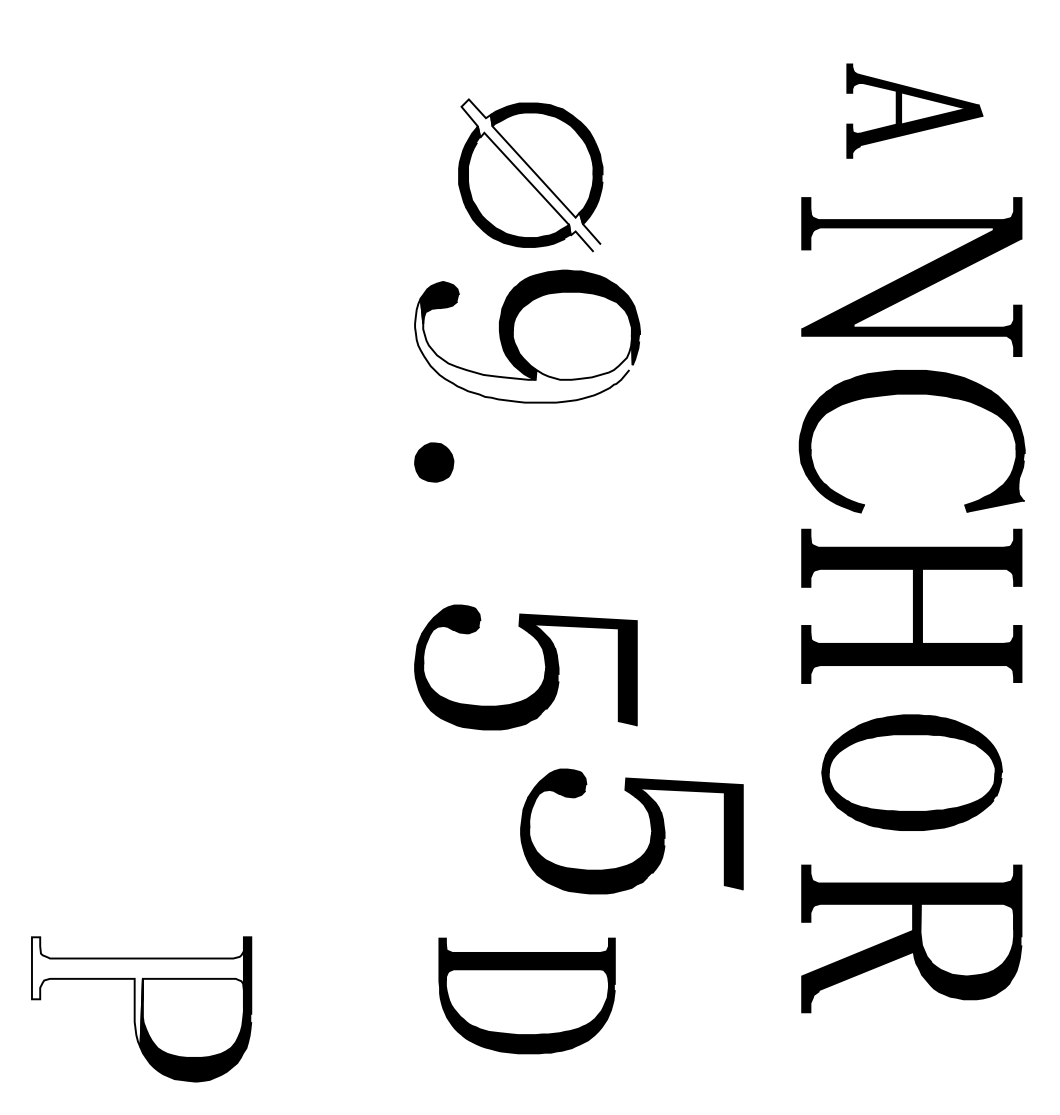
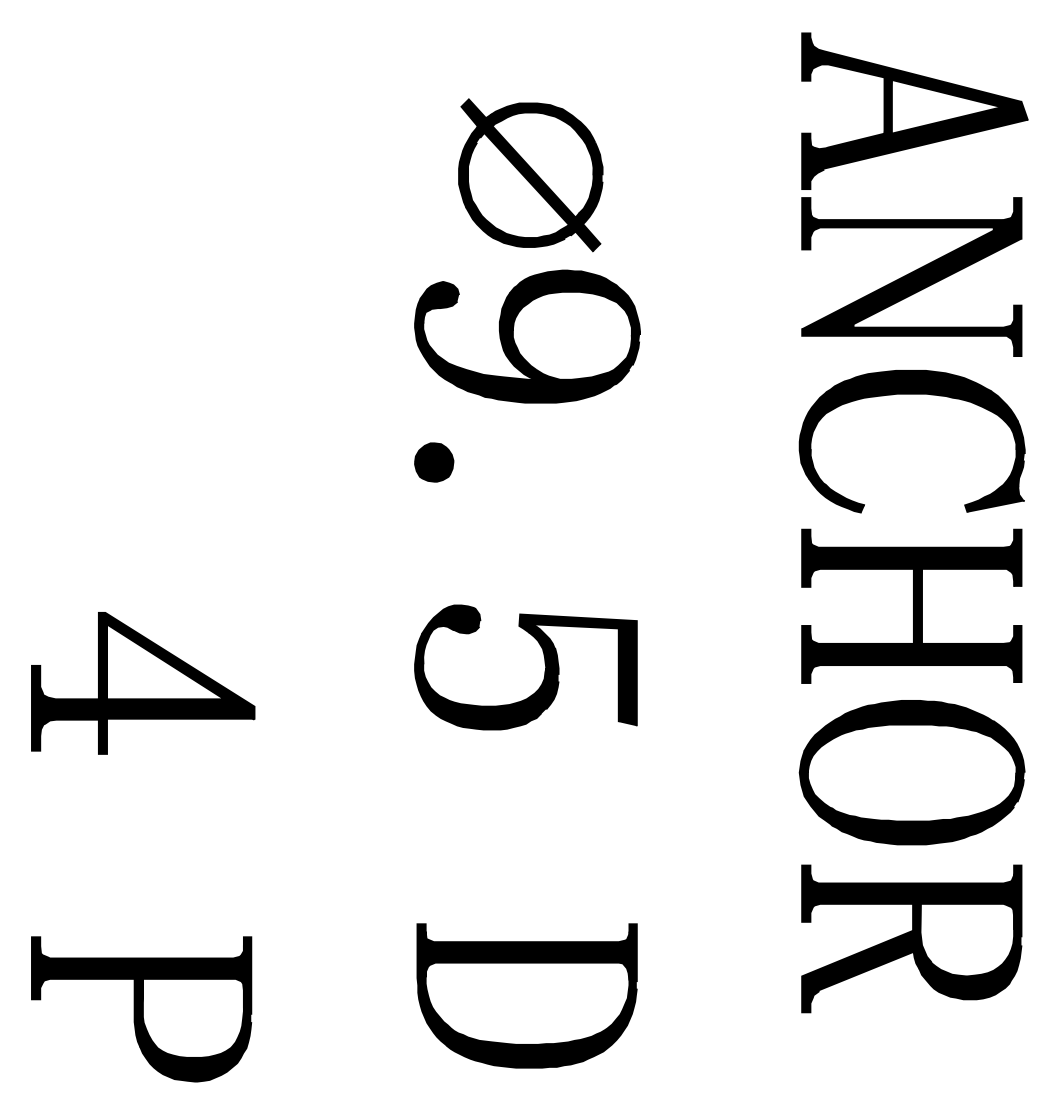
part at (914, 110) size: 138x96 px -> 228x158 px
fill at (530, 175): none -> present
fill at (523, 350): none -> present
part at (143, 683): none -> present
part at (911, 772) size: 182x117 px -> 228x146 px
part at (650, 827): present -> none
fill at (137, 992): none -> present
part at (526, 995) size: 178x118 px -> 222x146 px
